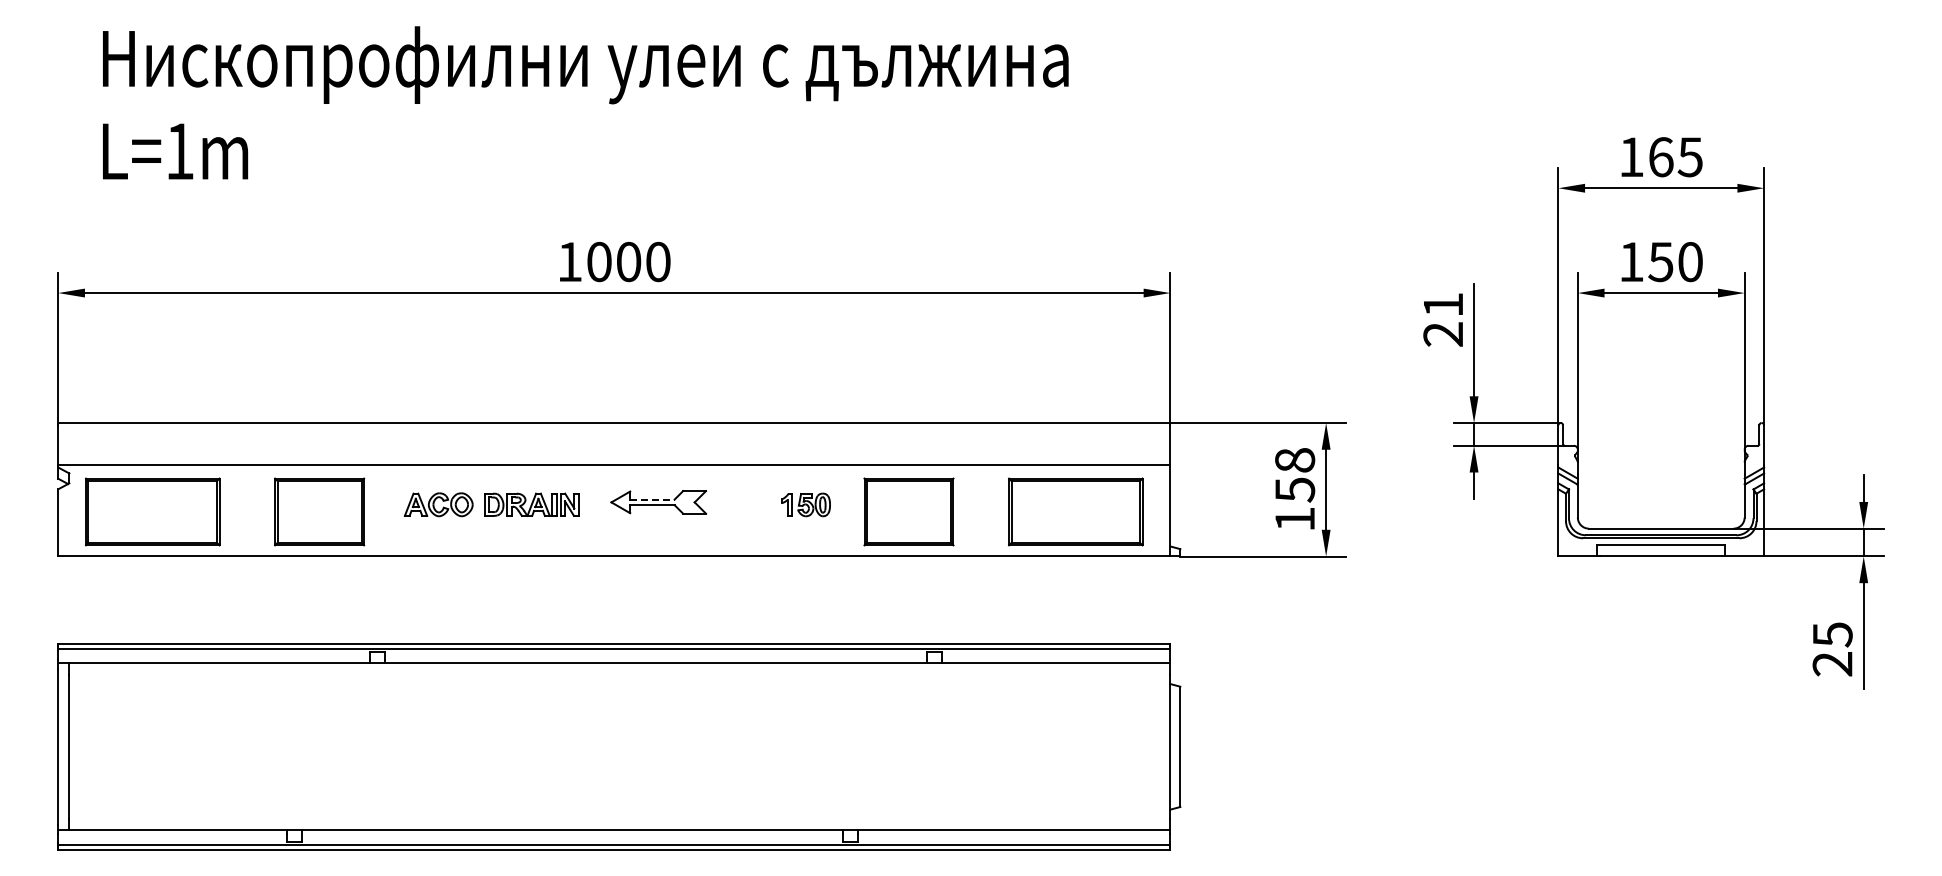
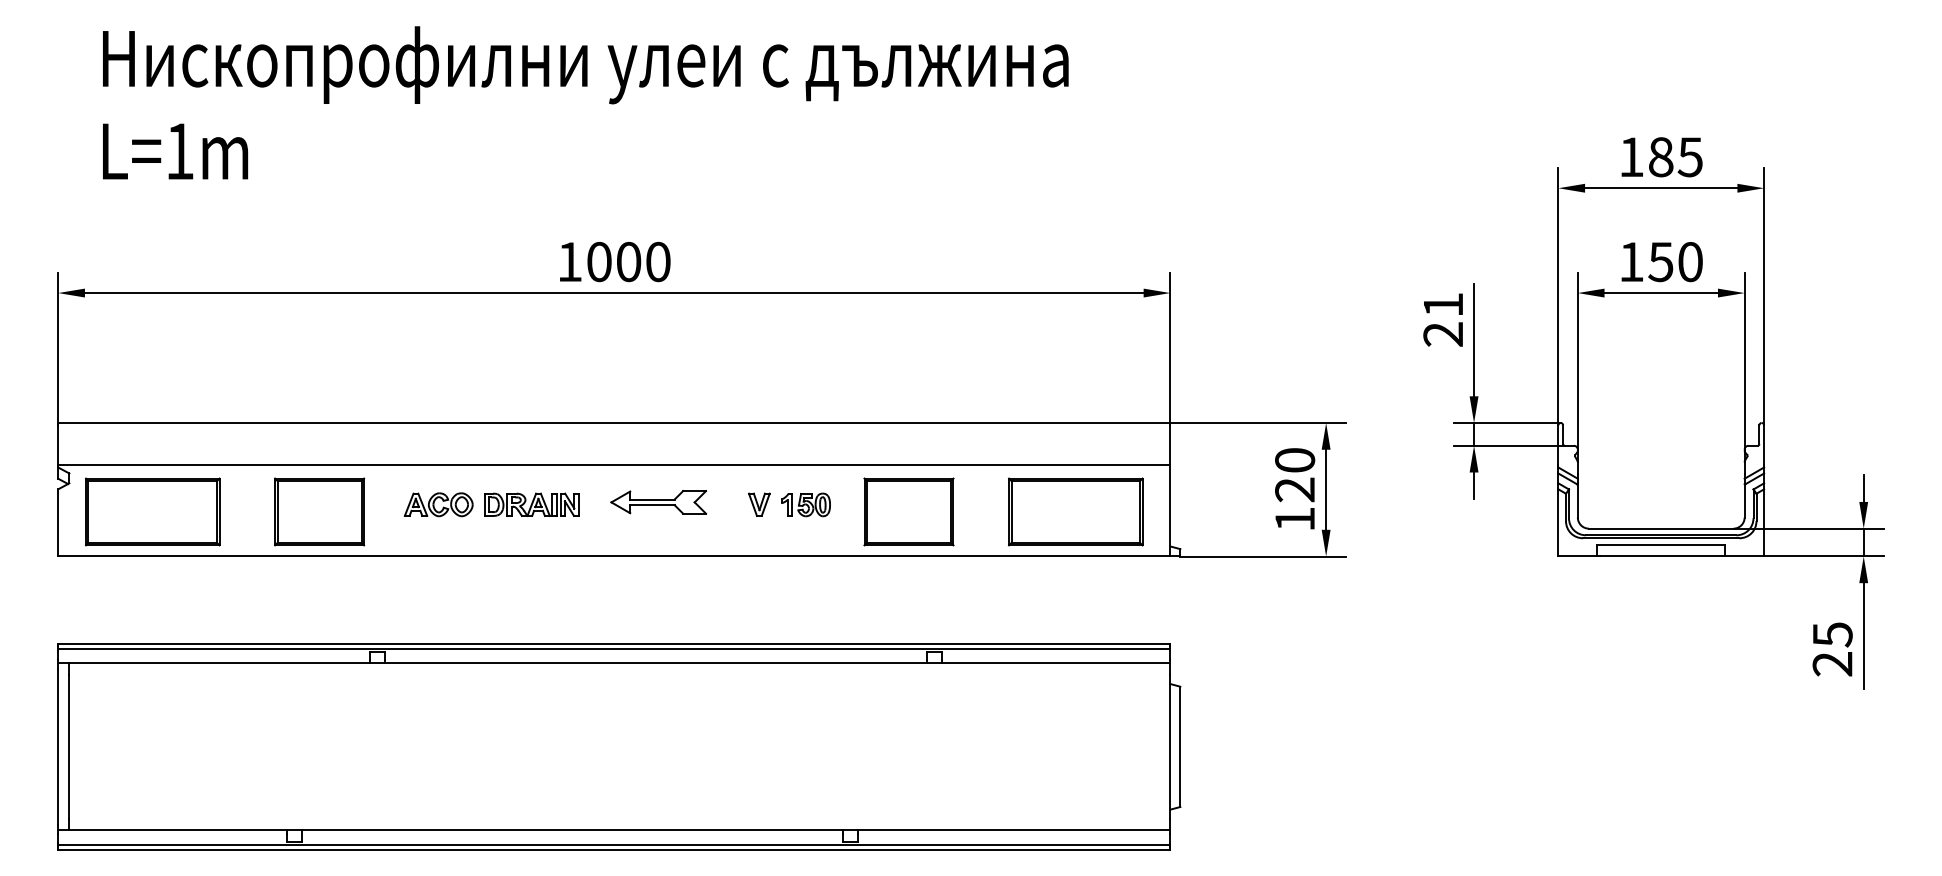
text at (1661, 157): 165 -> 185
text at (1295, 475): 158 -> 120
line at (652, 499): dashed -> solid
part at (759, 504): none -> present
